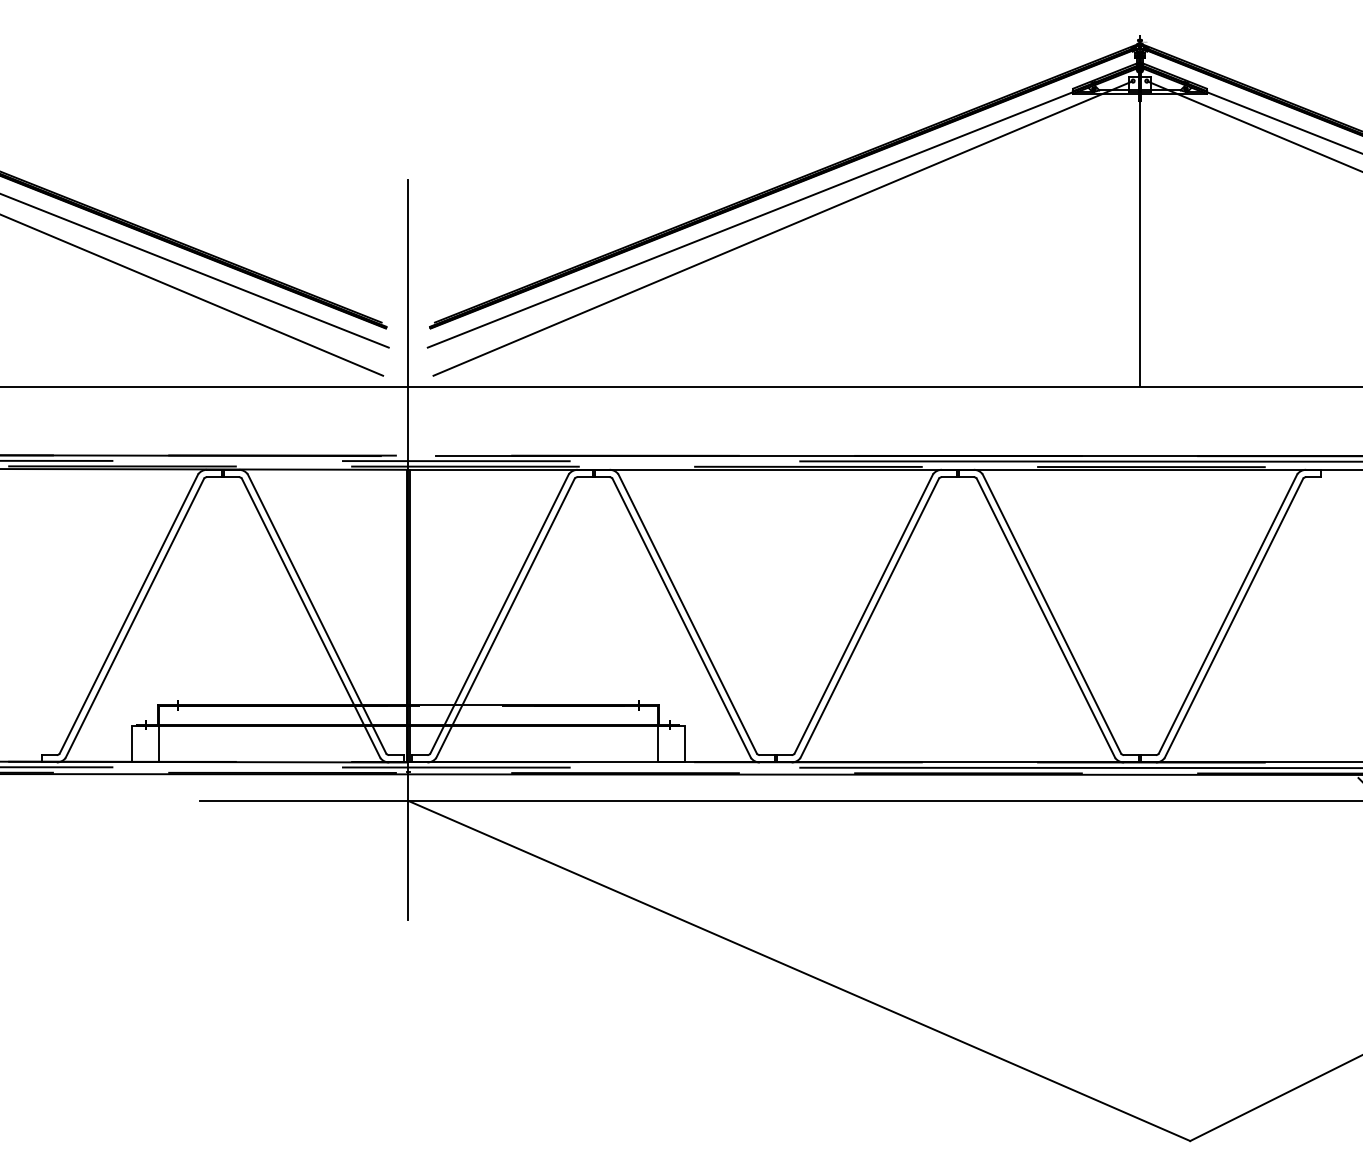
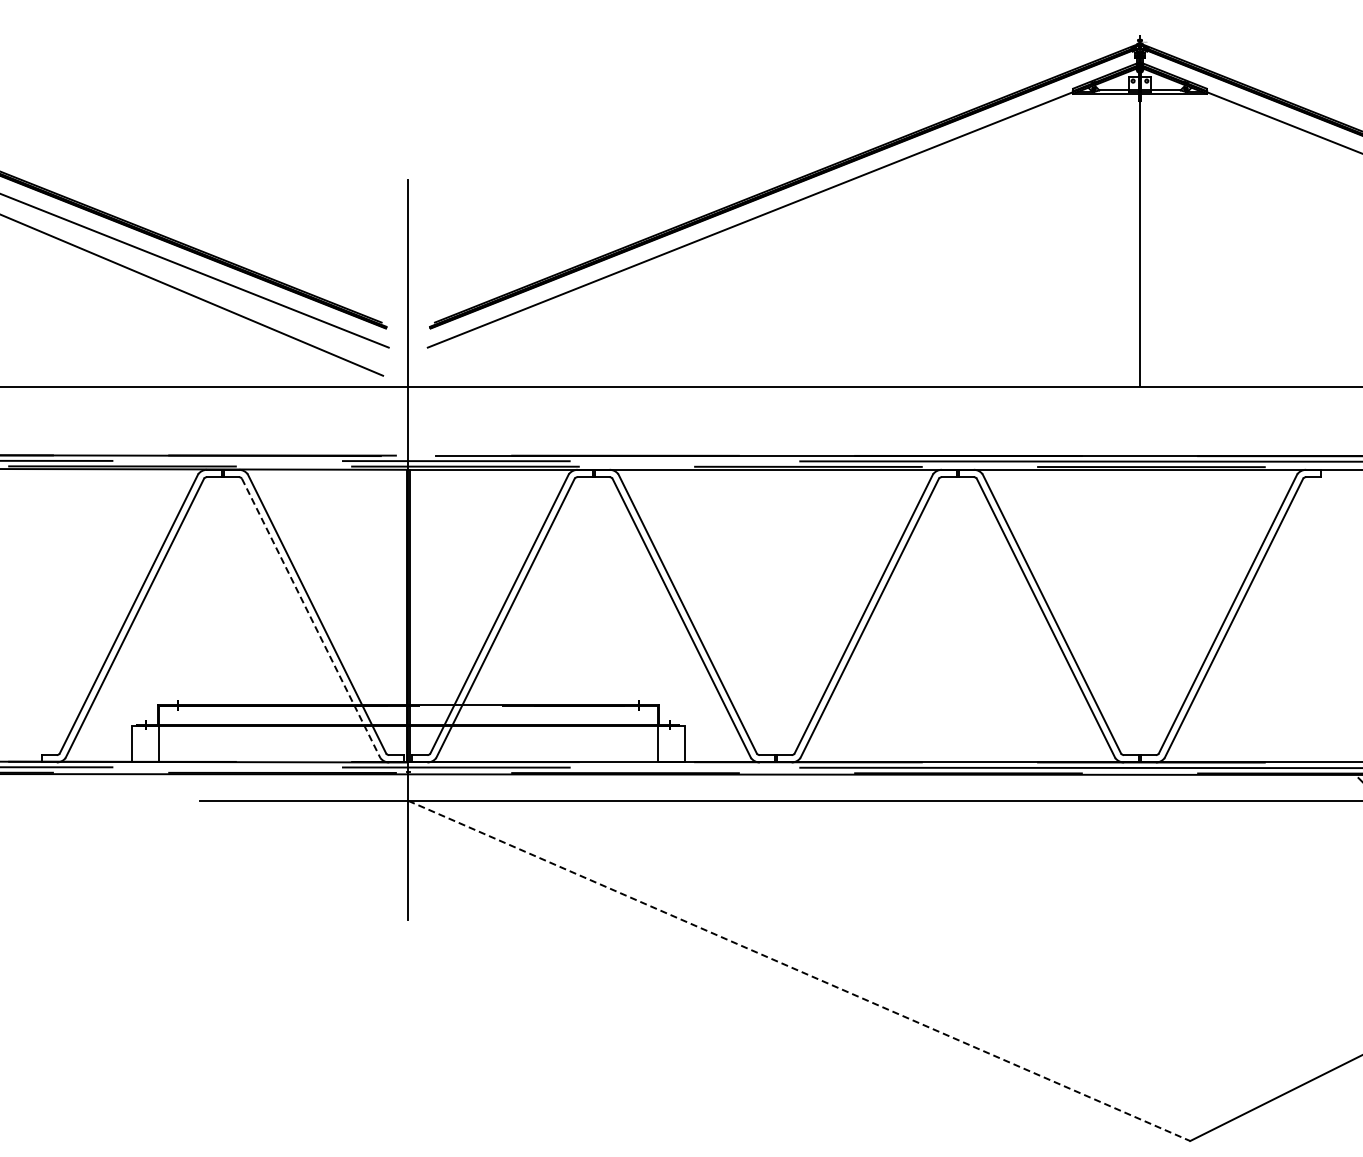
line at (1252, 125): present -> none
line at (782, 228): present -> none
line at (311, 618): solid -> dashed
line at (799, 971): solid -> dashed
